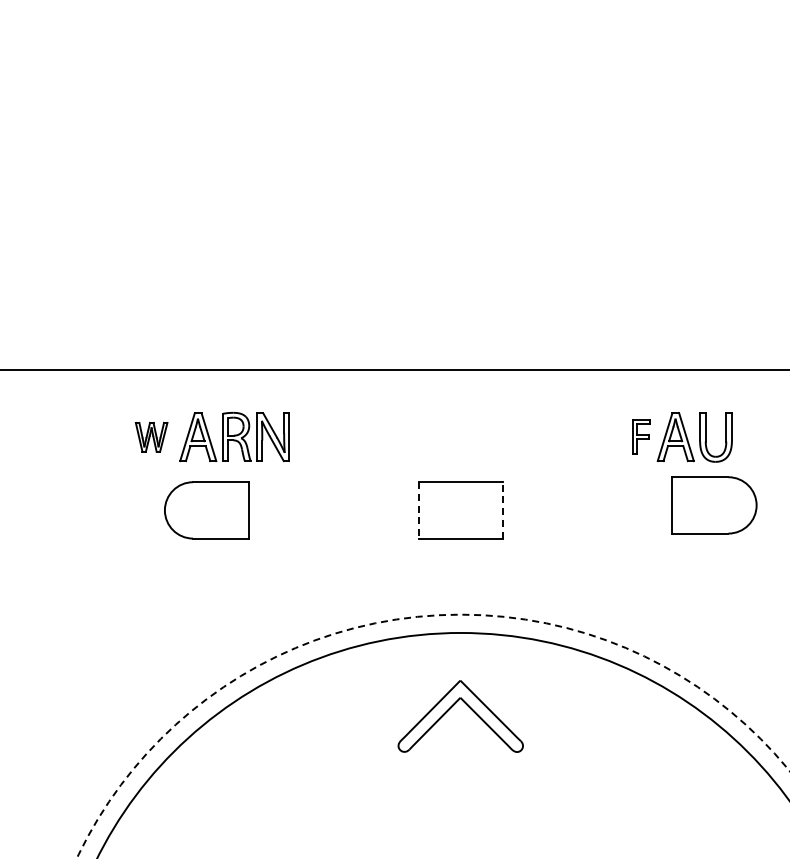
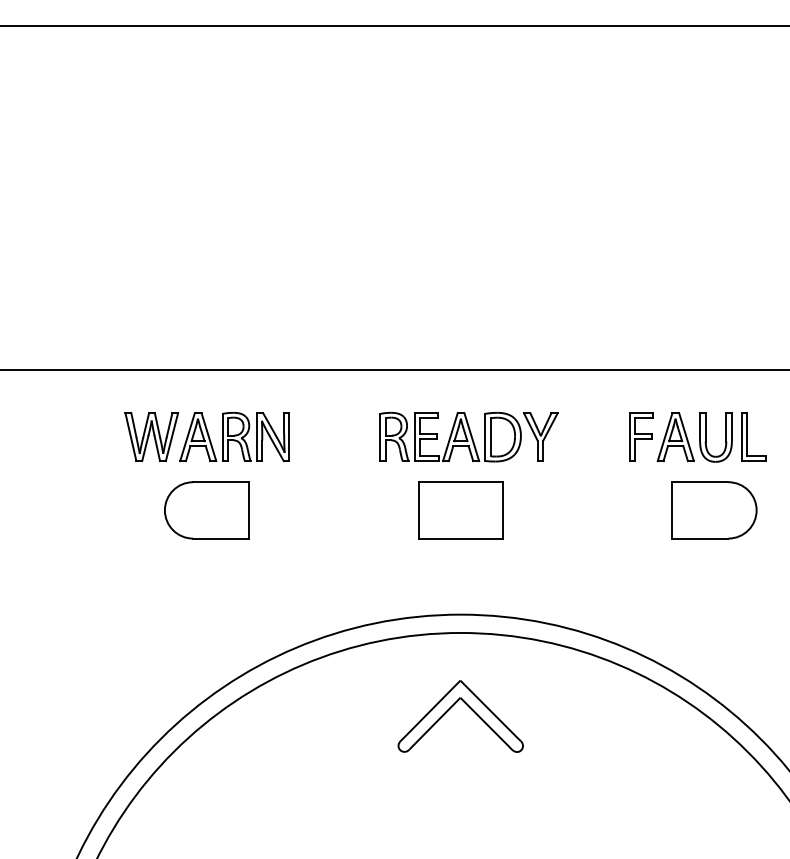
line at (394, 25): none -> present
part at (468, 436): none -> present
part at (641, 436) size: 19x36 px -> 25x50 px
part at (753, 436): none -> present
part at (151, 437) size: 35x31 px -> 55x51 px
part at (714, 505) position: (714, 505) -> (714, 510)
line at (503, 509): dashed -> solid
line at (418, 510): dashed -> solid
circle at (432, 736): dashed -> solid
